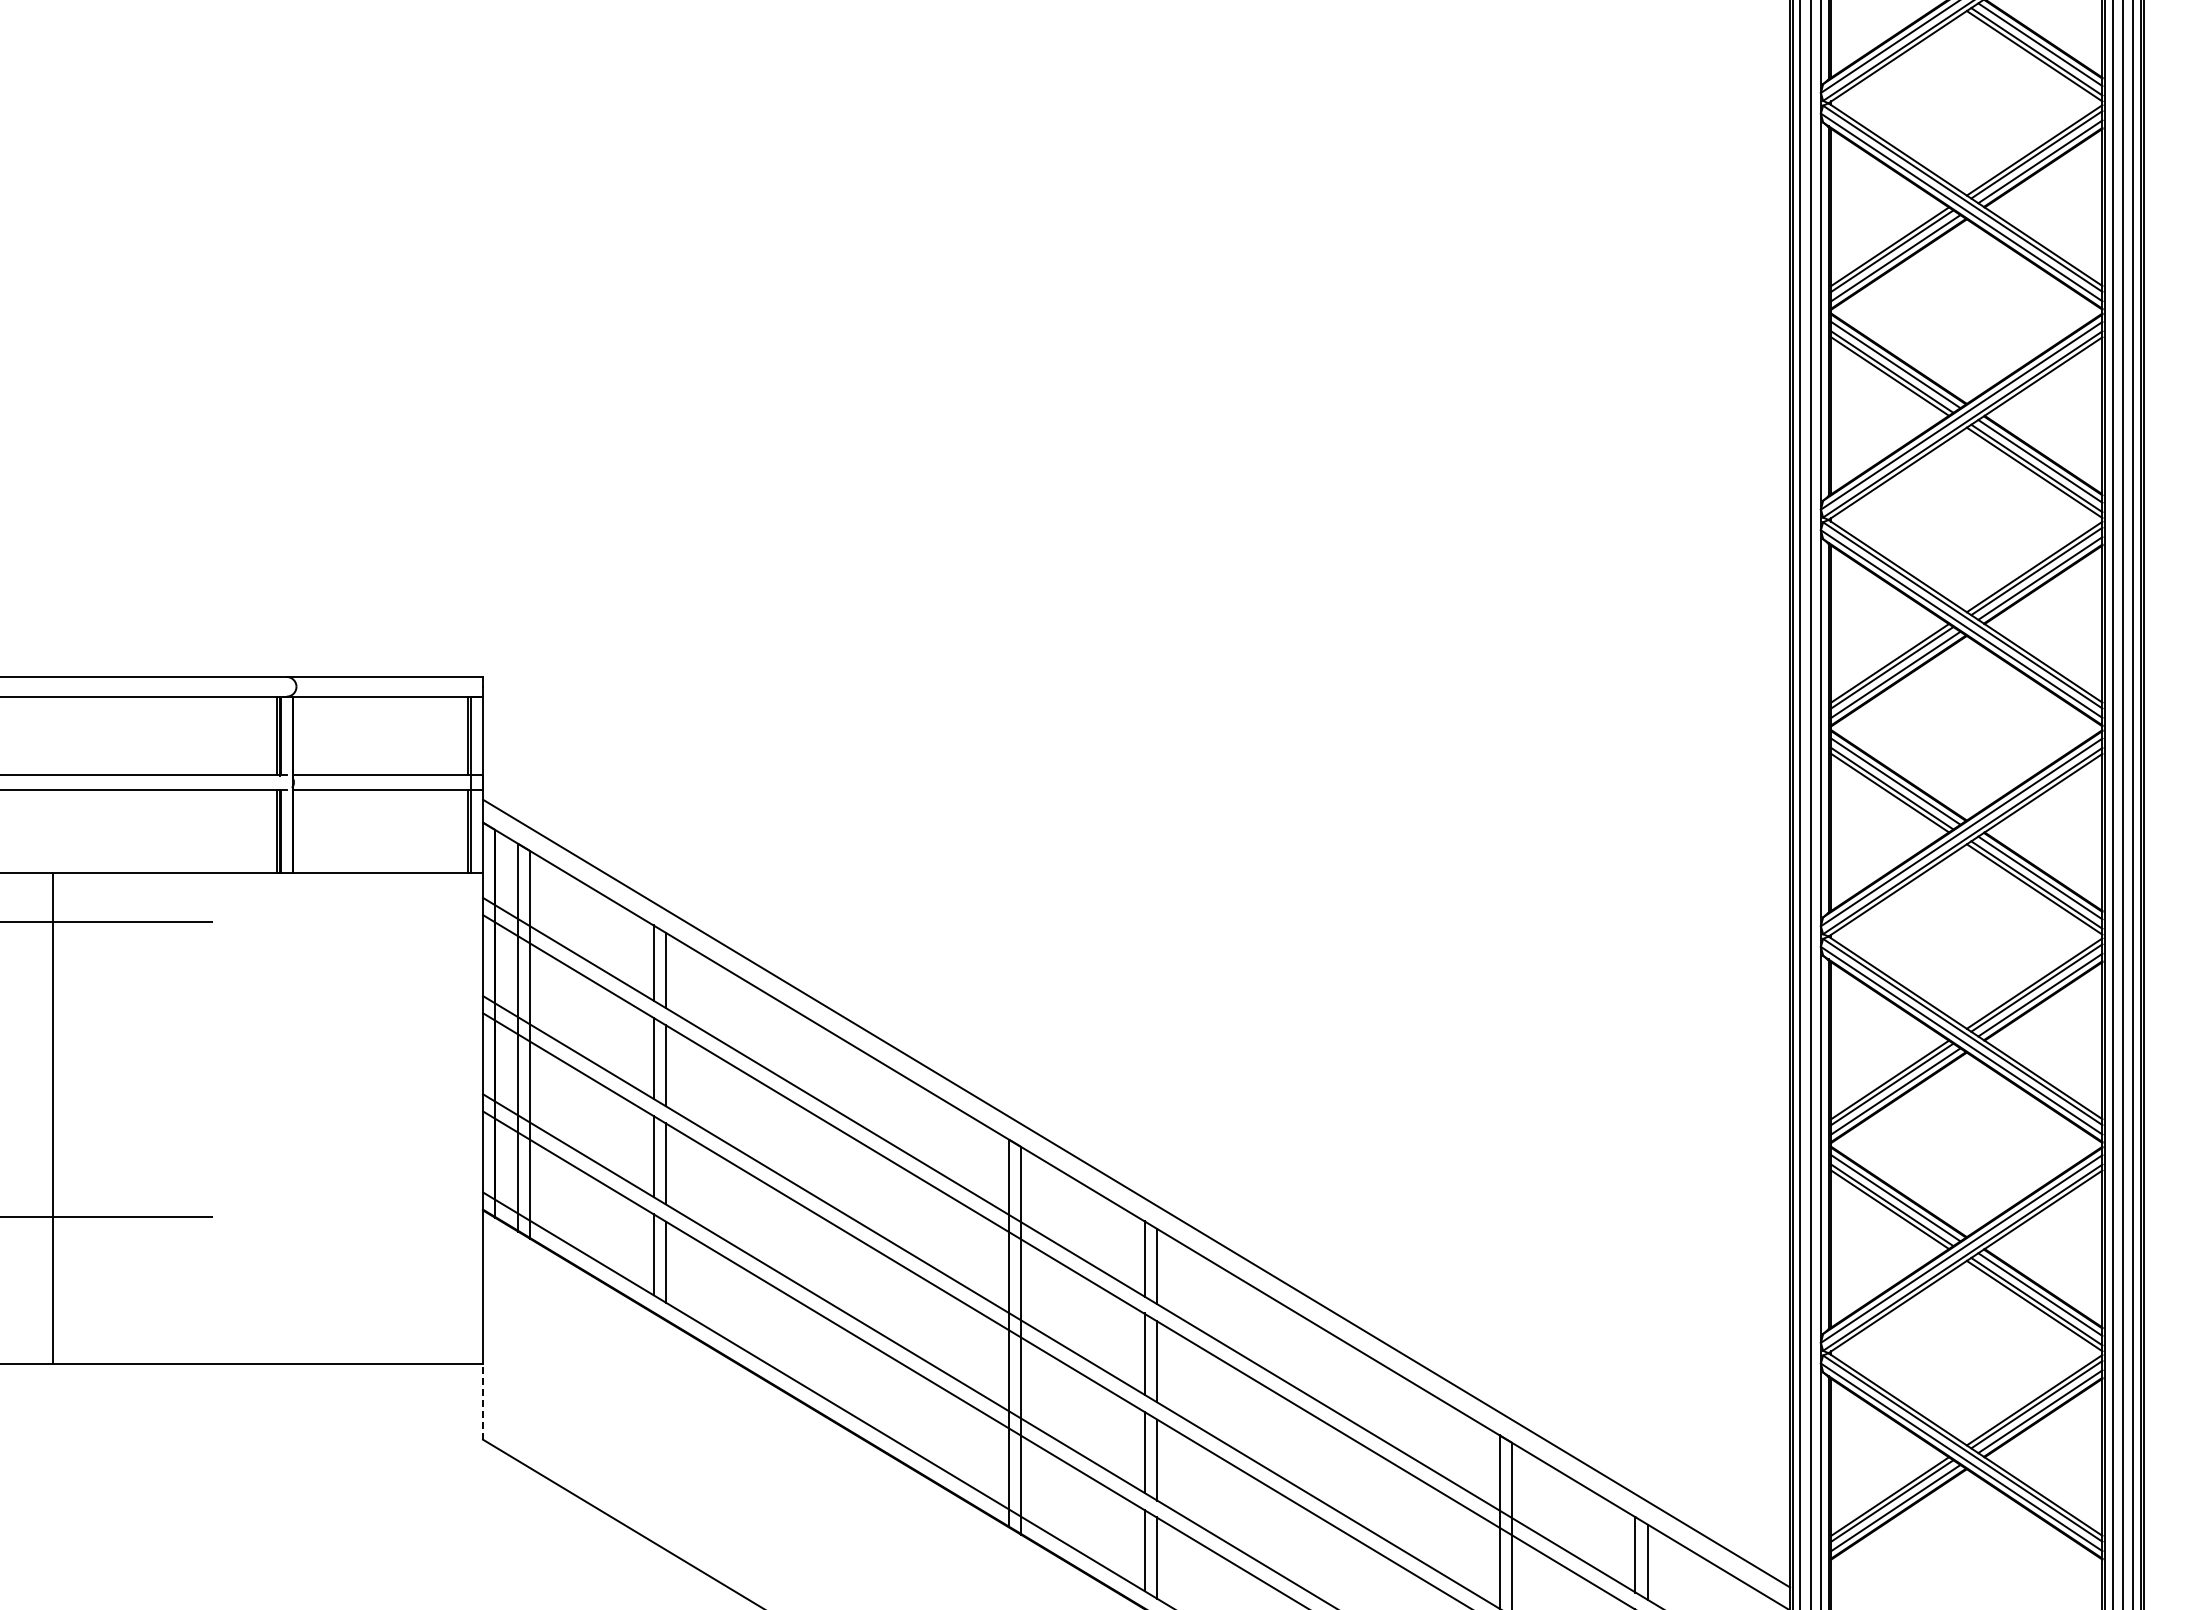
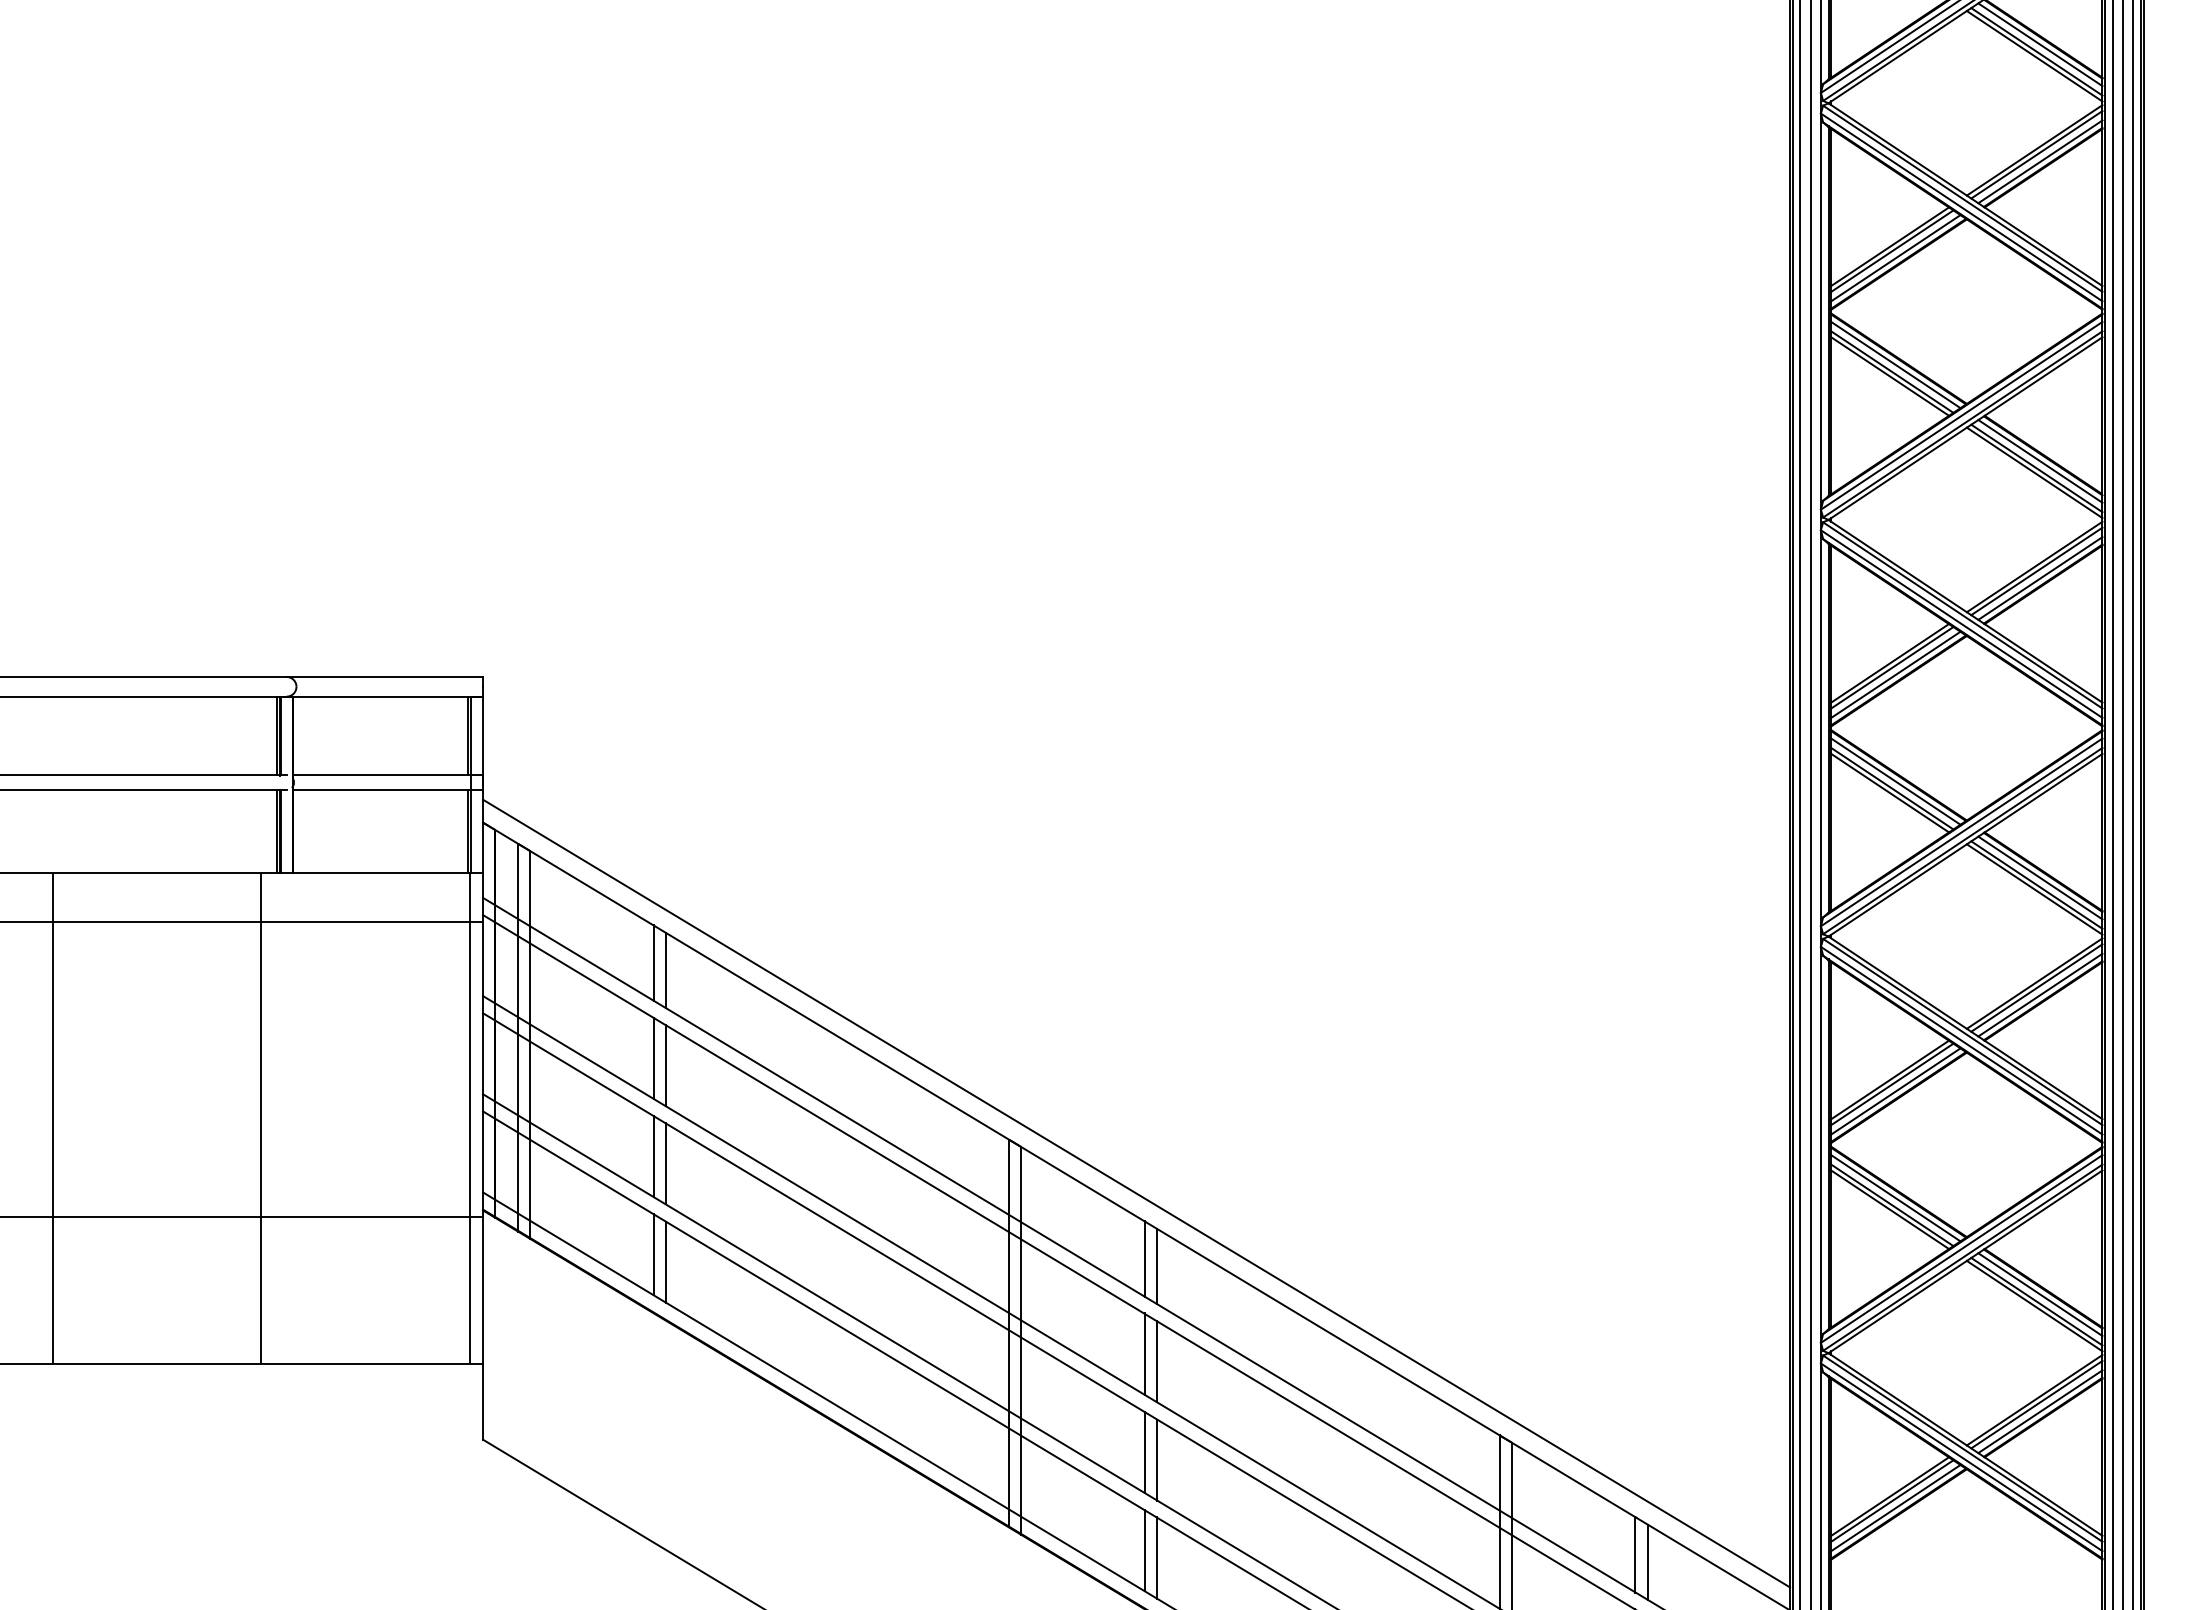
hatch at (348, 1118): none -> present
line at (483, 1401): dashed -> solid
